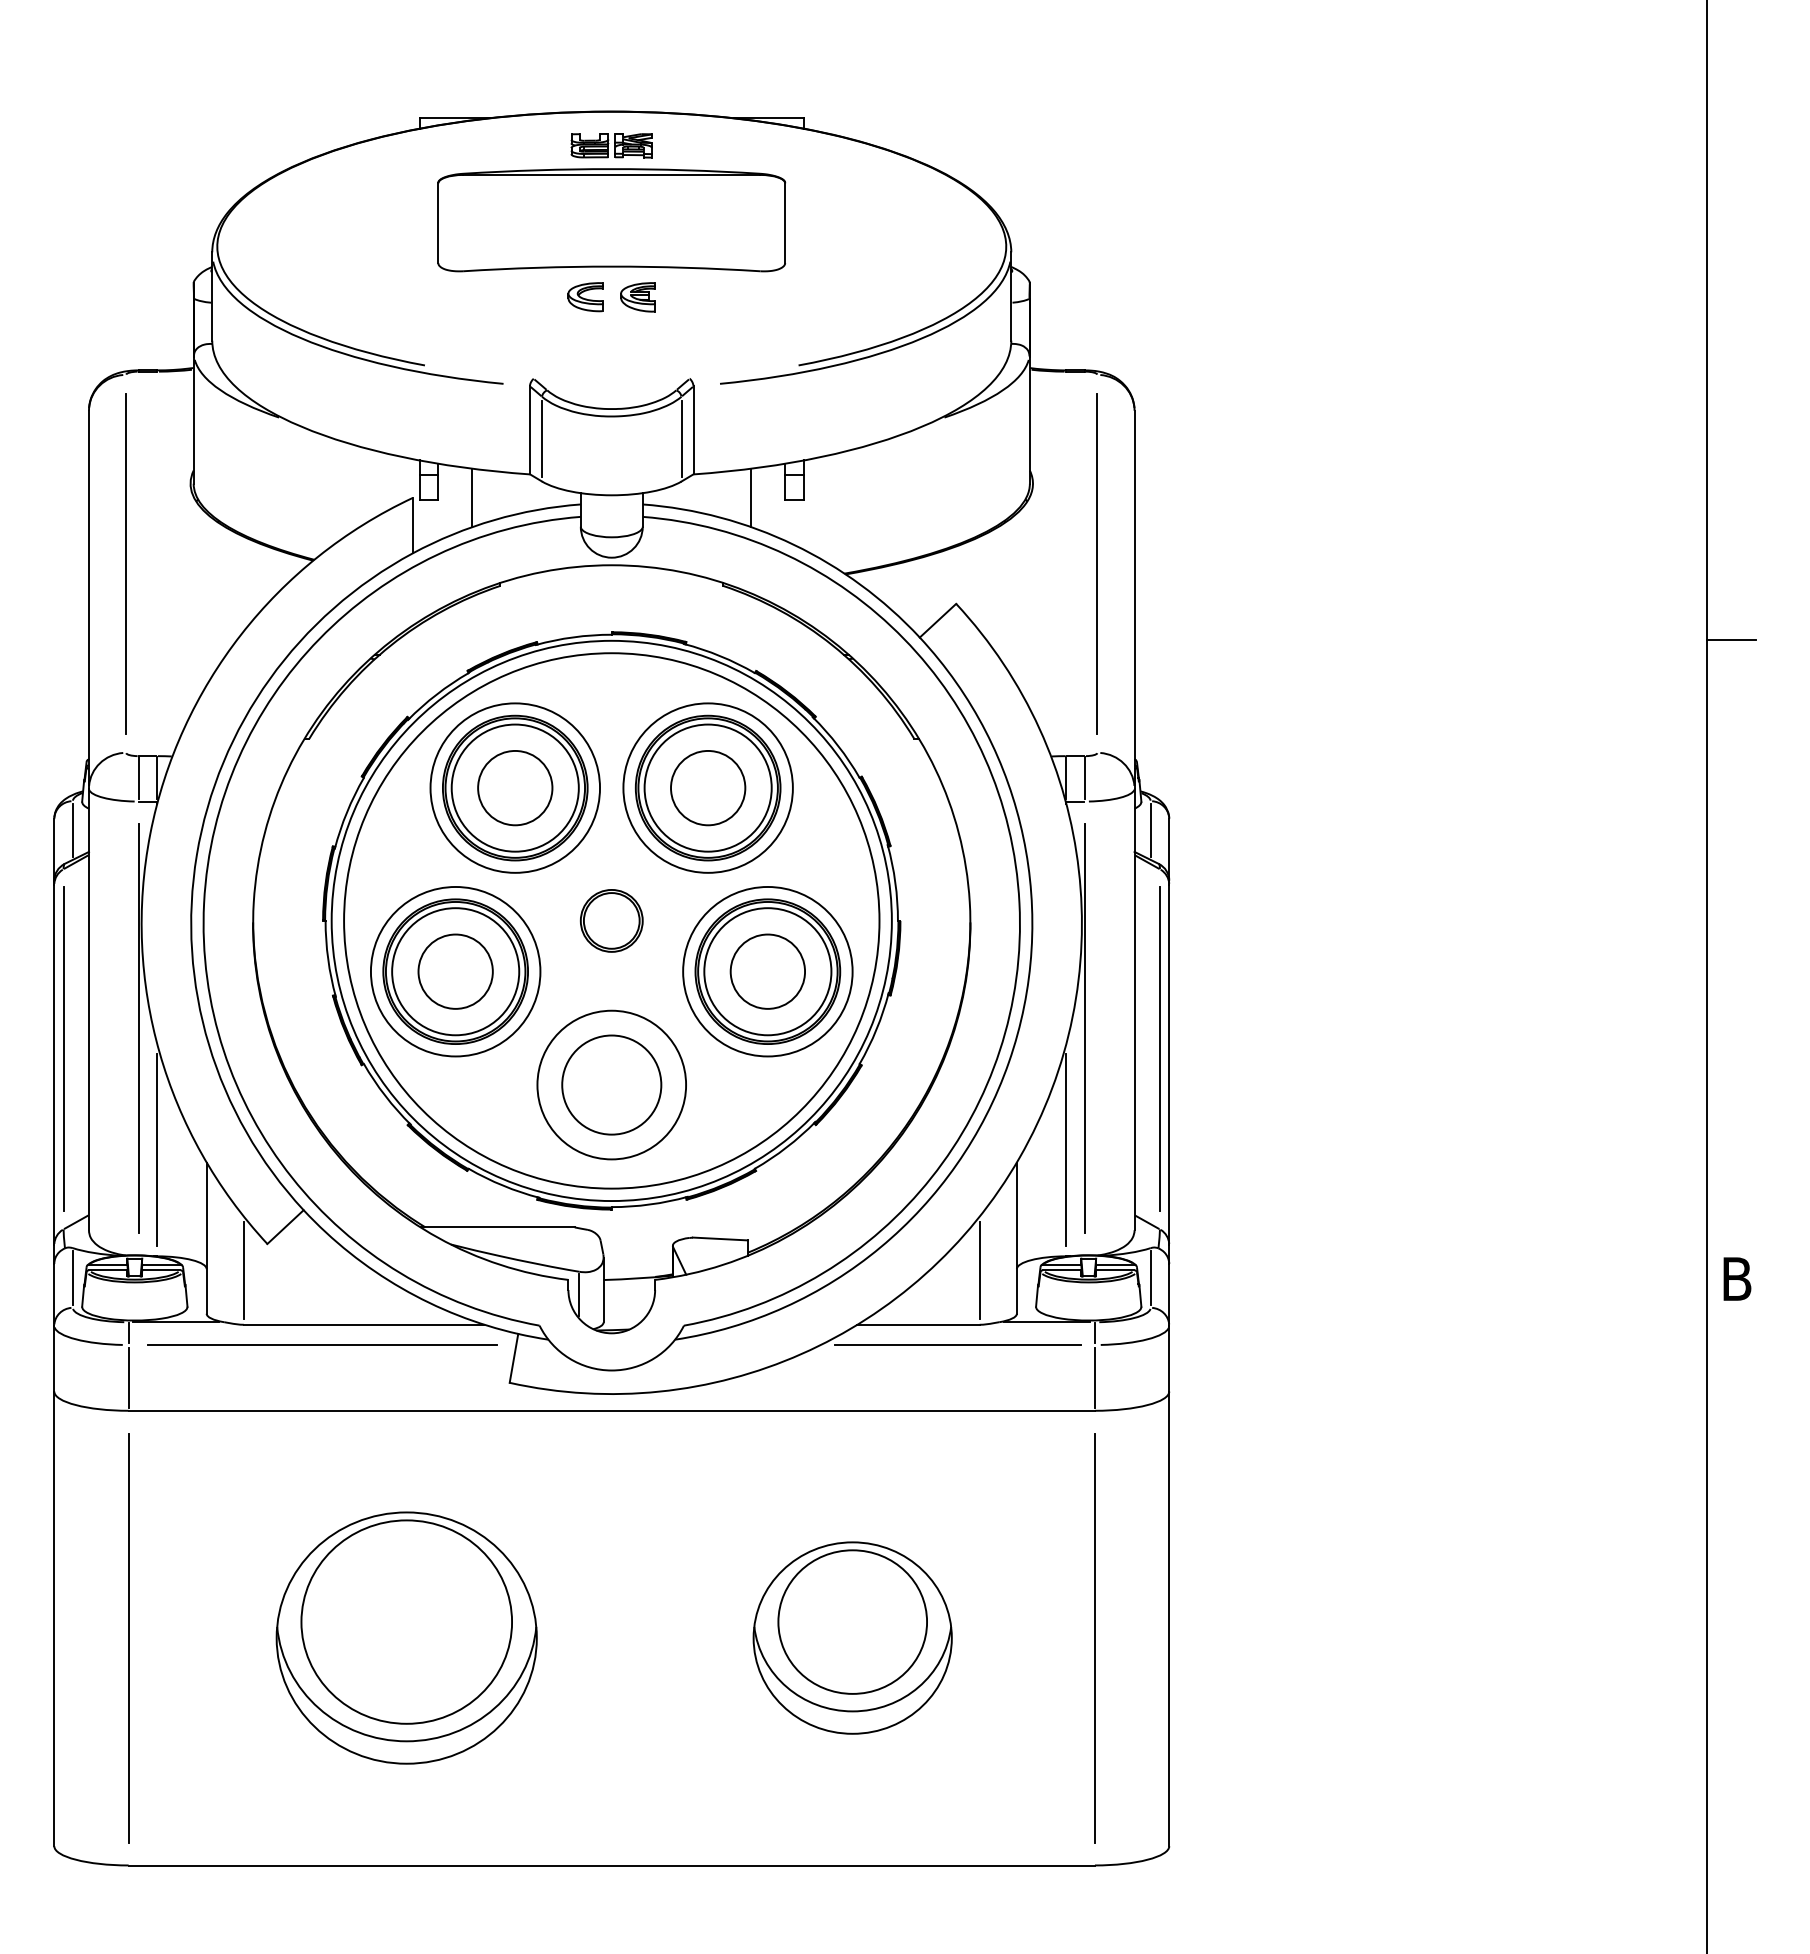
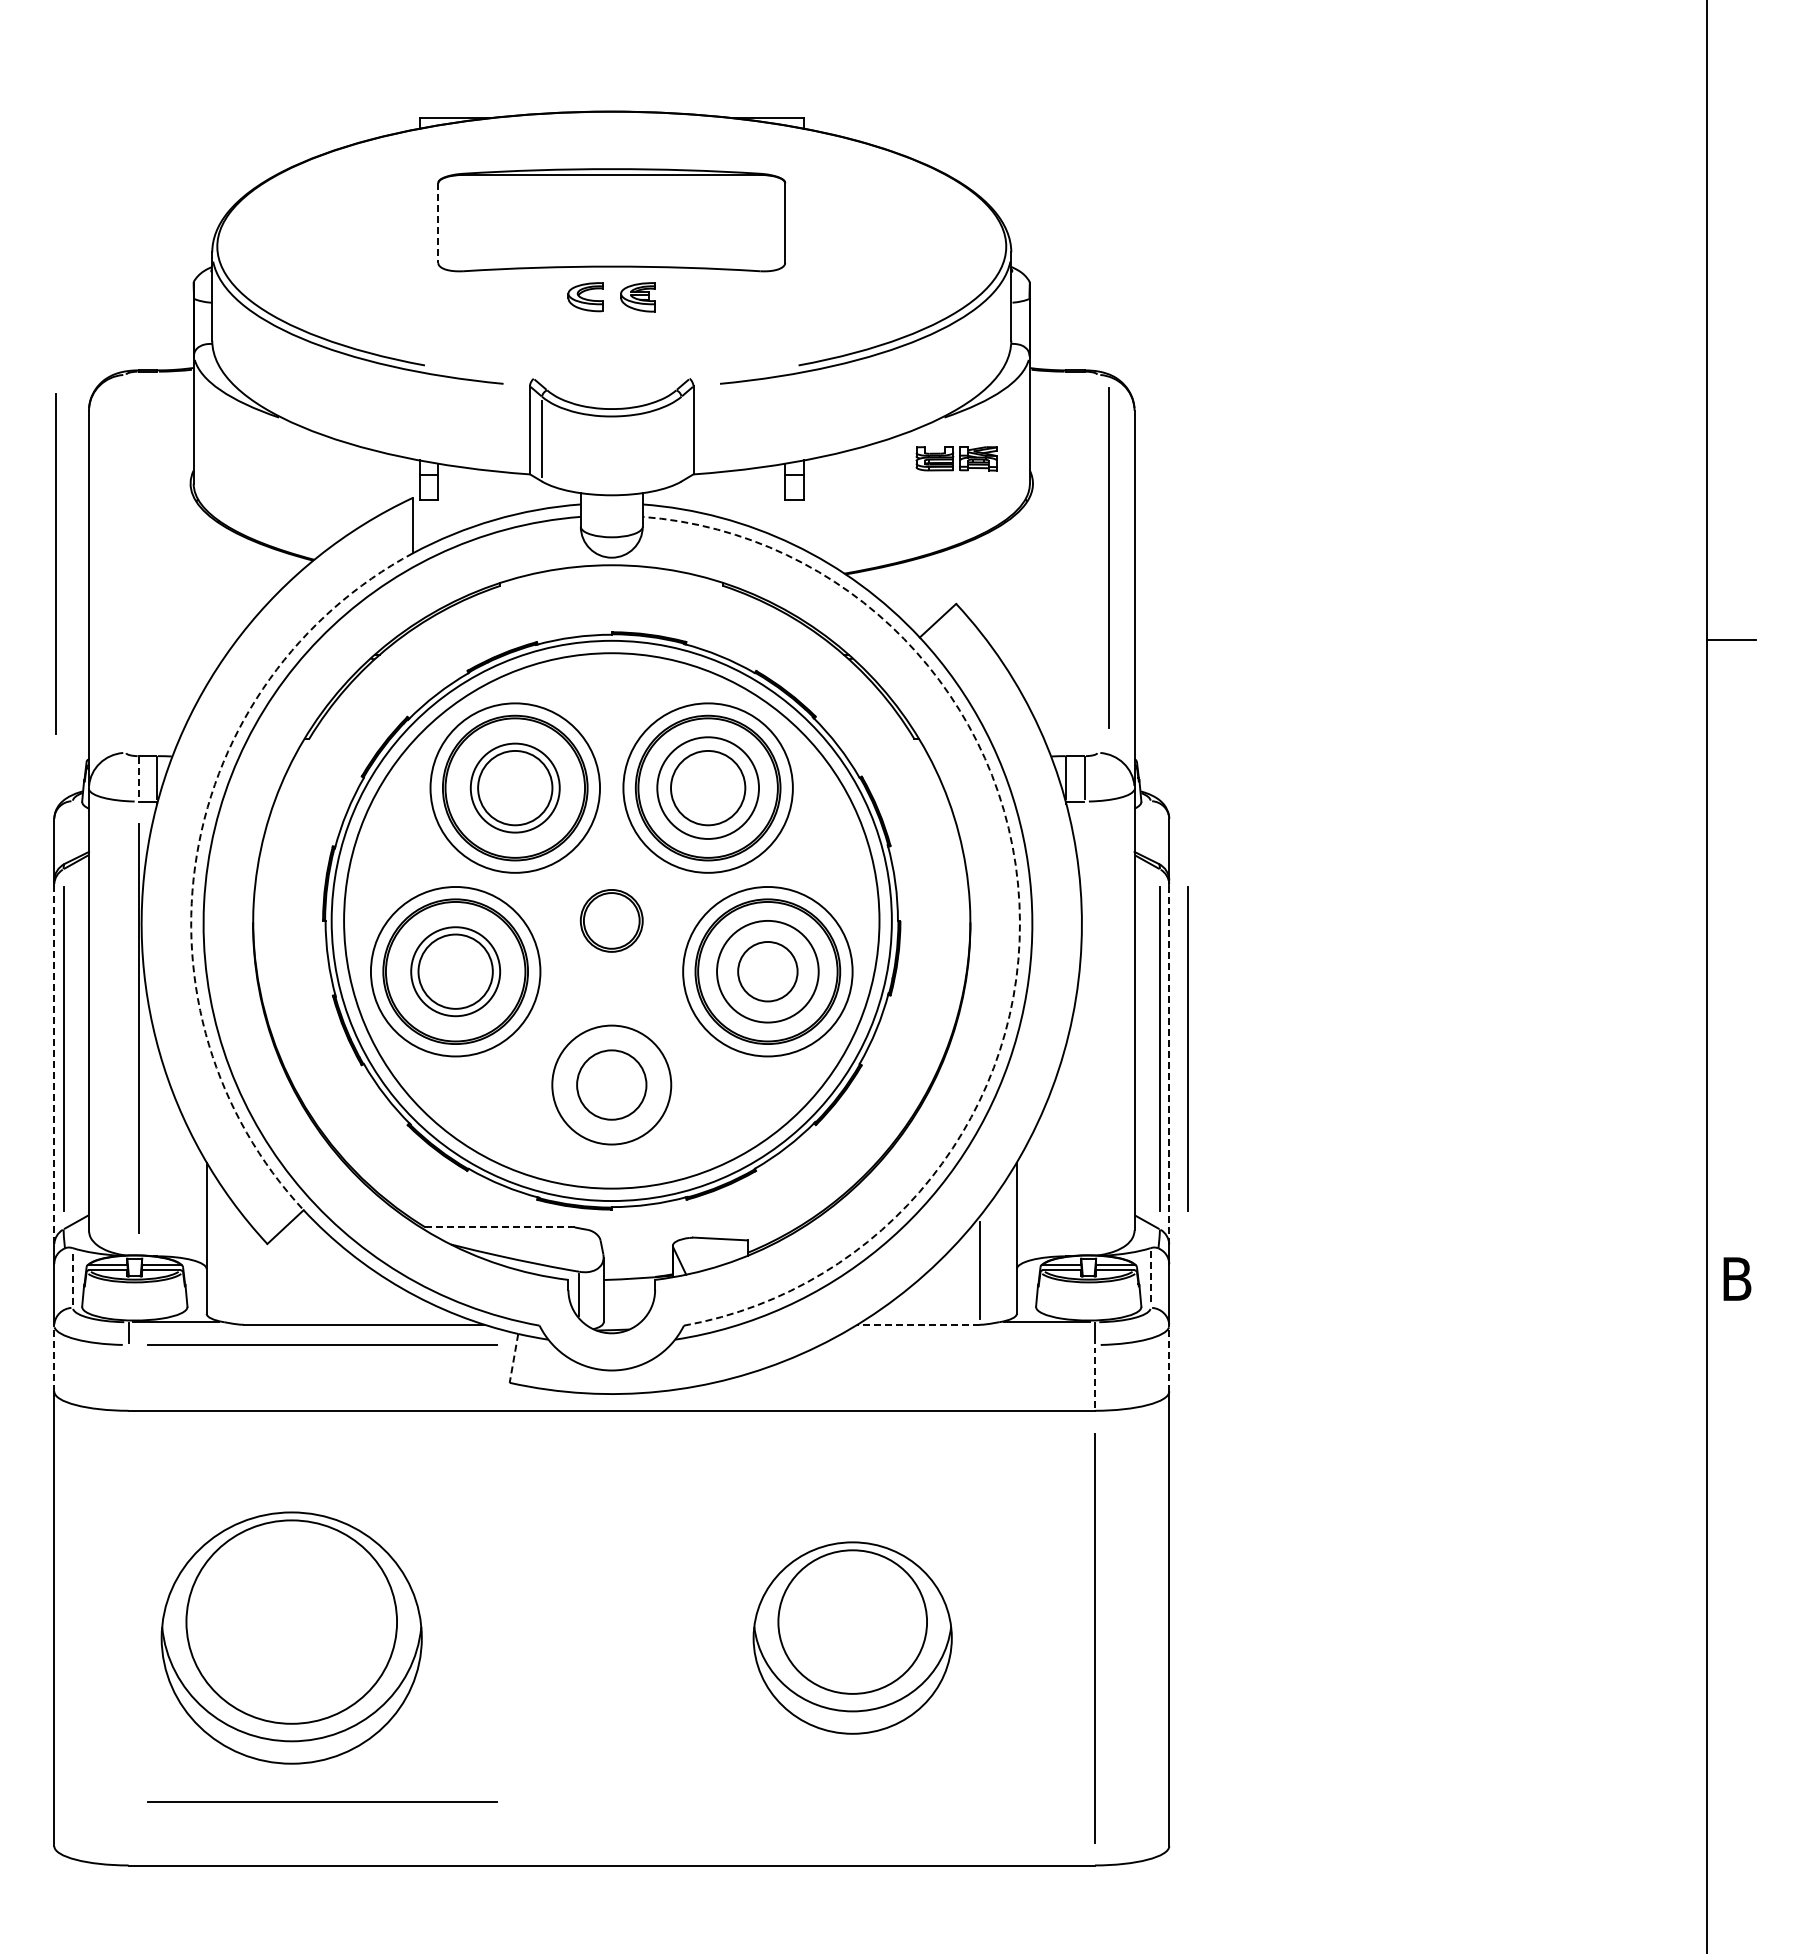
part at (611, 145) position: (611, 145) -> (956, 458)
line at (438, 223): solid -> dashed
line at (681, 438): present -> none
line at (472, 497): present -> none
line at (751, 497): present -> none
line at (125, 563) position: (125, 563) -> (55, 563)
line at (1096, 563) position: (1096, 563) -> (1108, 557)
line at (138, 777): solid -> dashed
circle at (514, 787) diameter: 127 px -> 89 px
circle at (707, 787) diameter: 127 px -> 102 px
line at (72, 830): present -> none
line at (1150, 830): present -> none
arc at (196, 854): solid -> dashed
arc at (1019, 903): solid -> dashed
circle at (455, 971) diameter: 127 px -> 89 px
circle at (767, 971) diameter: 127 px -> 102 px
circle at (767, 971) diameter: 74 px -> 59 px
line at (1085, 1028): present -> none
line at (1187, 1048): none -> present
line at (1169, 1064): solid -> dashed
line at (54, 1065): solid -> dashed
circle at (611, 1084) diameter: 149 px -> 119 px
circle at (611, 1084) diameter: 99 px -> 69 px
line at (157, 1149): present -> none
line at (1066, 1149): present -> none
line at (497, 1227): solid -> dashed
line at (243, 1270): present -> none
line at (72, 1278): solid -> dashed
line at (1150, 1278): solid -> dashed
line at (918, 1324): solid -> dashed
line at (957, 1344): present -> none
line at (54, 1358): solid -> dashed
line at (513, 1358): solid -> dashed
line at (1169, 1358): solid -> dashed
line at (128, 1377): present -> none
line at (1094, 1377): solid -> dashed
part at (406, 1637) position: (406, 1637) -> (291, 1637)
line at (128, 1638): present -> none
line at (322, 1801): none -> present
